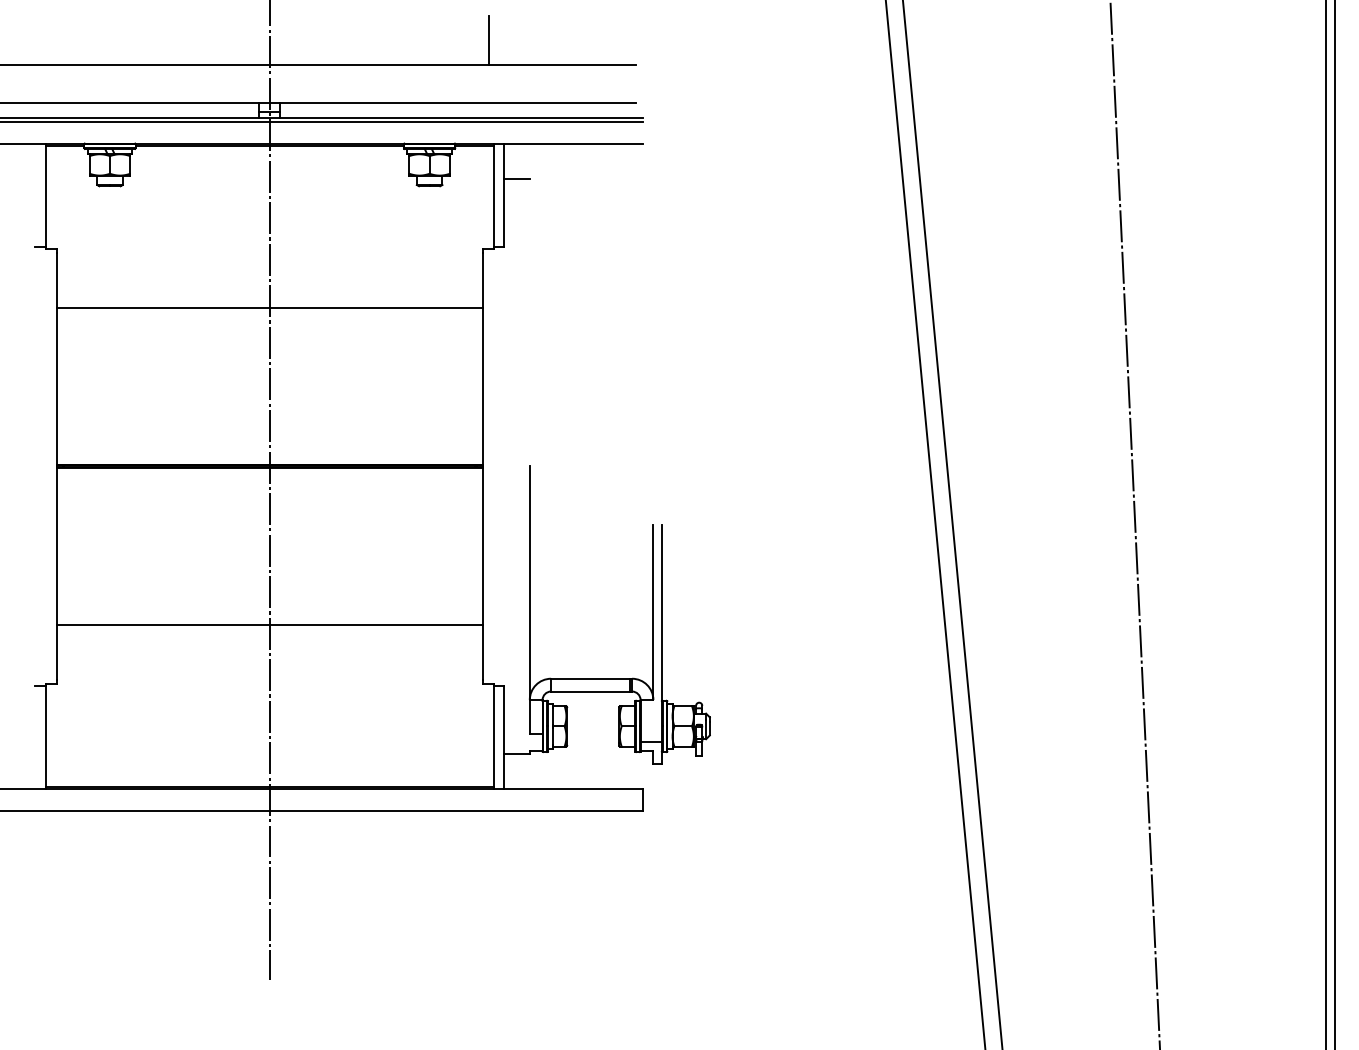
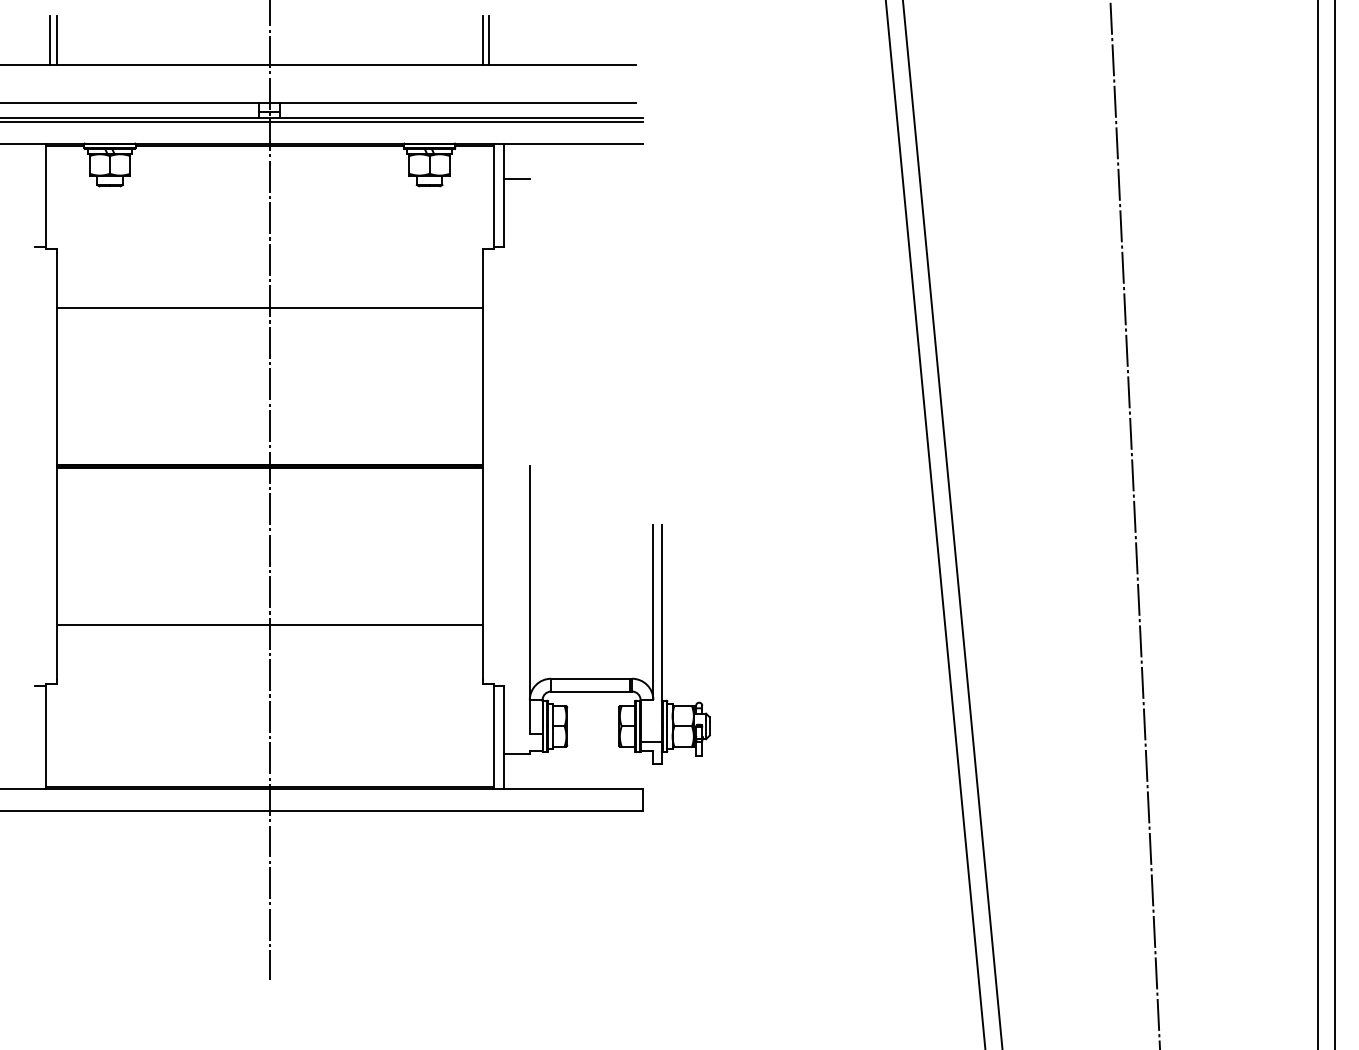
line at (50, 39): none -> present
line at (56, 39): none -> present
line at (482, 39): none -> present
line at (1326, 524) position: (1326, 524) -> (1318, 524)
